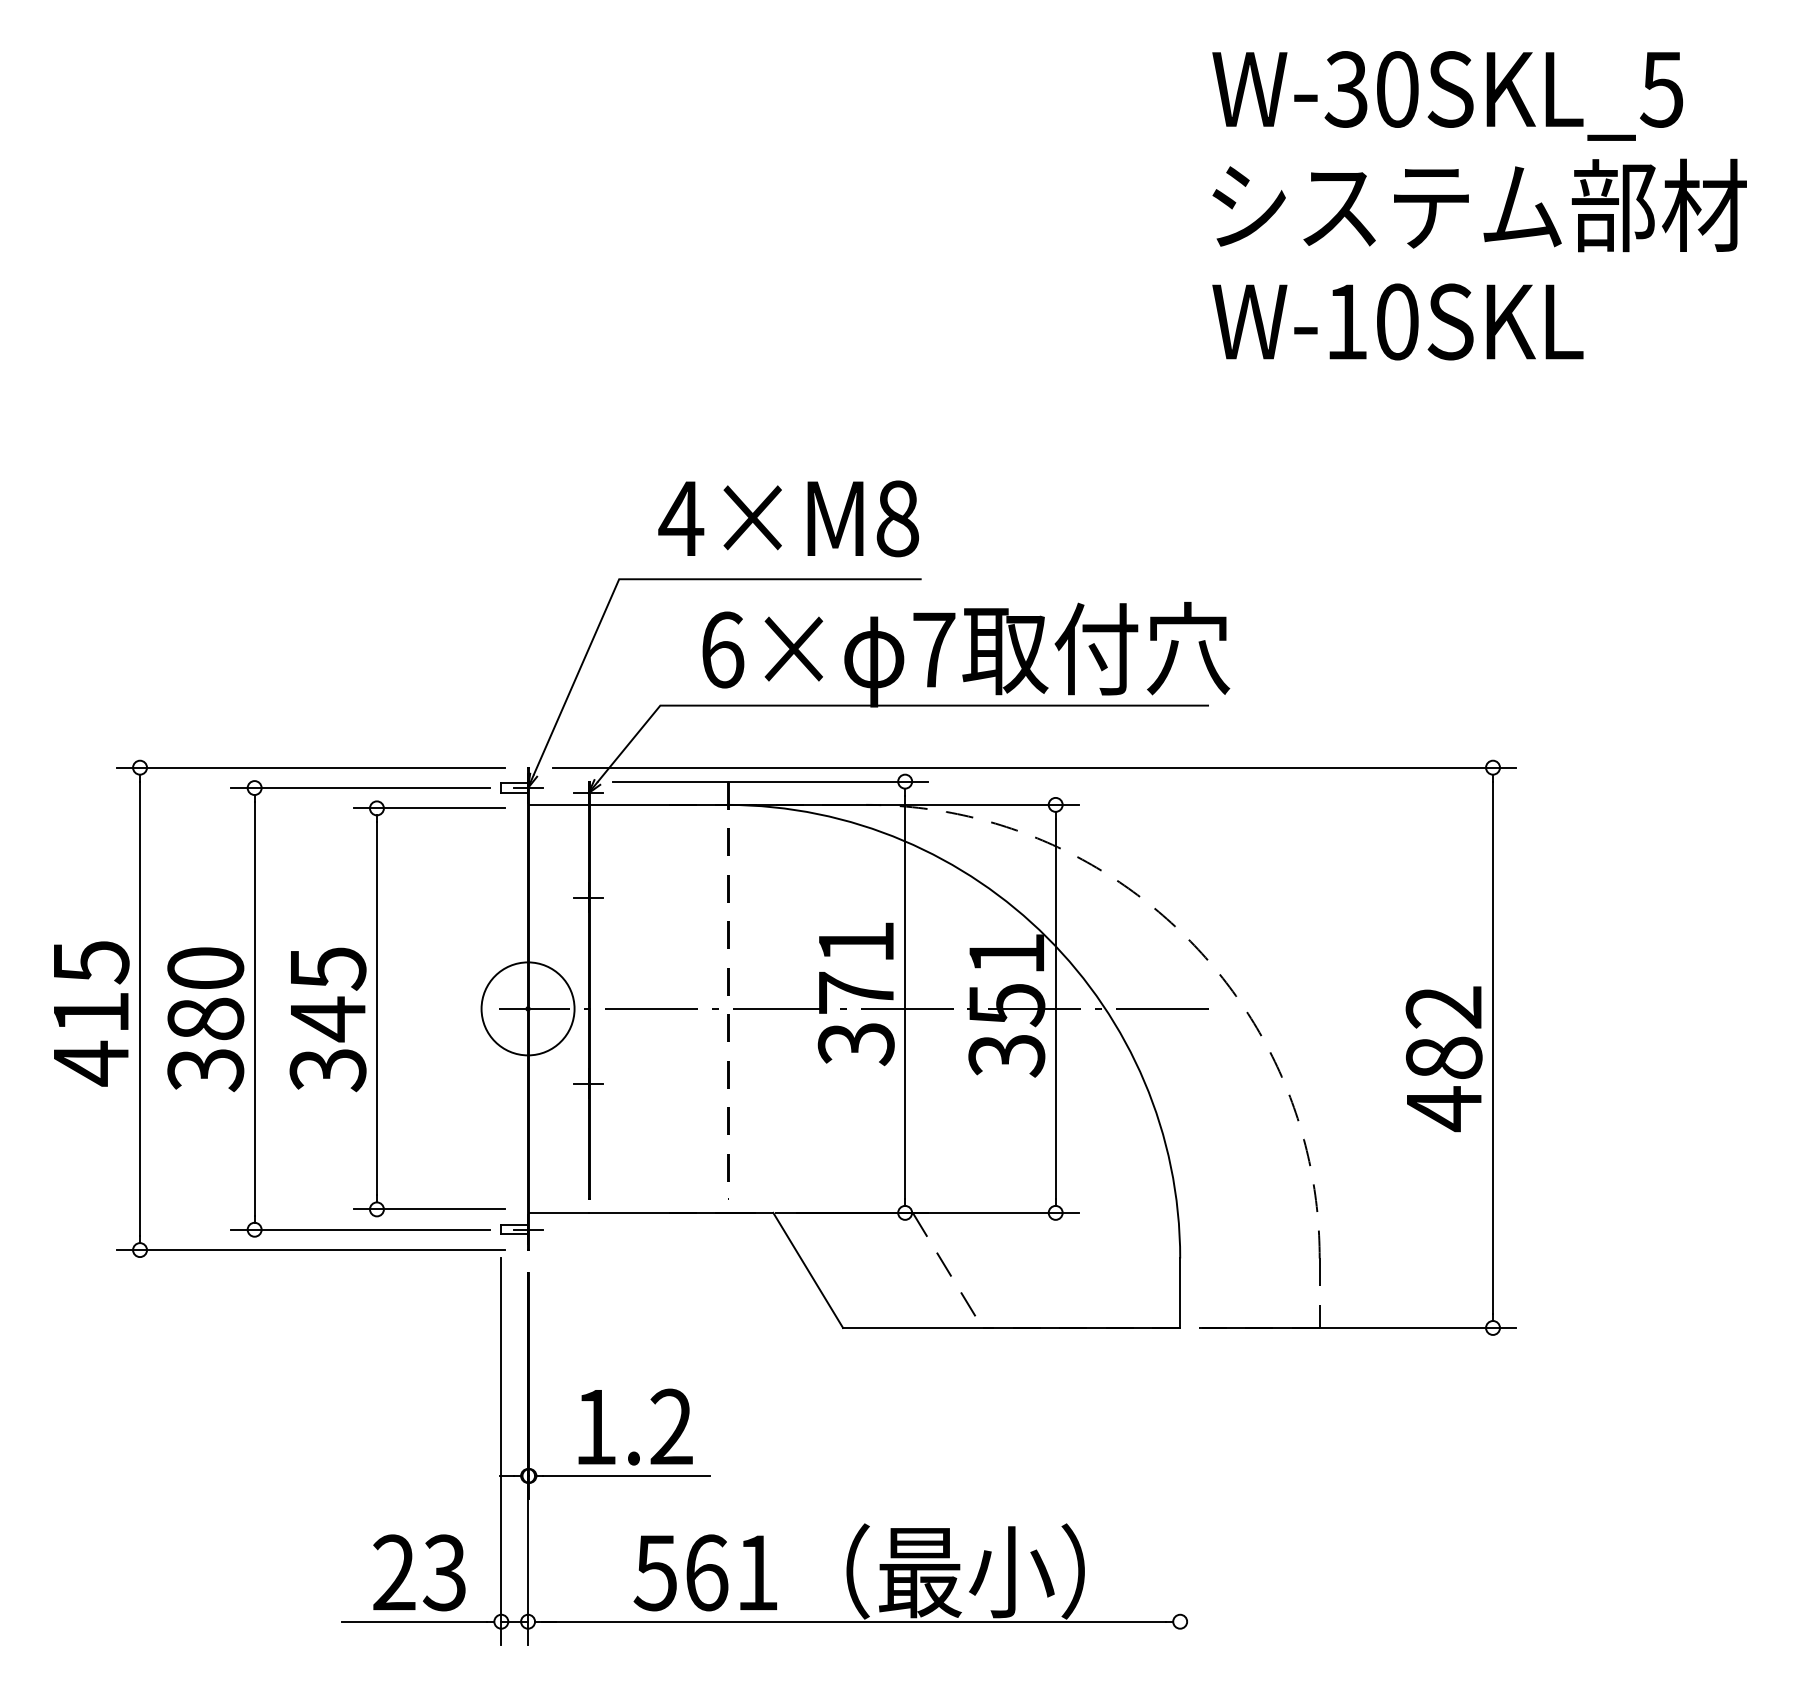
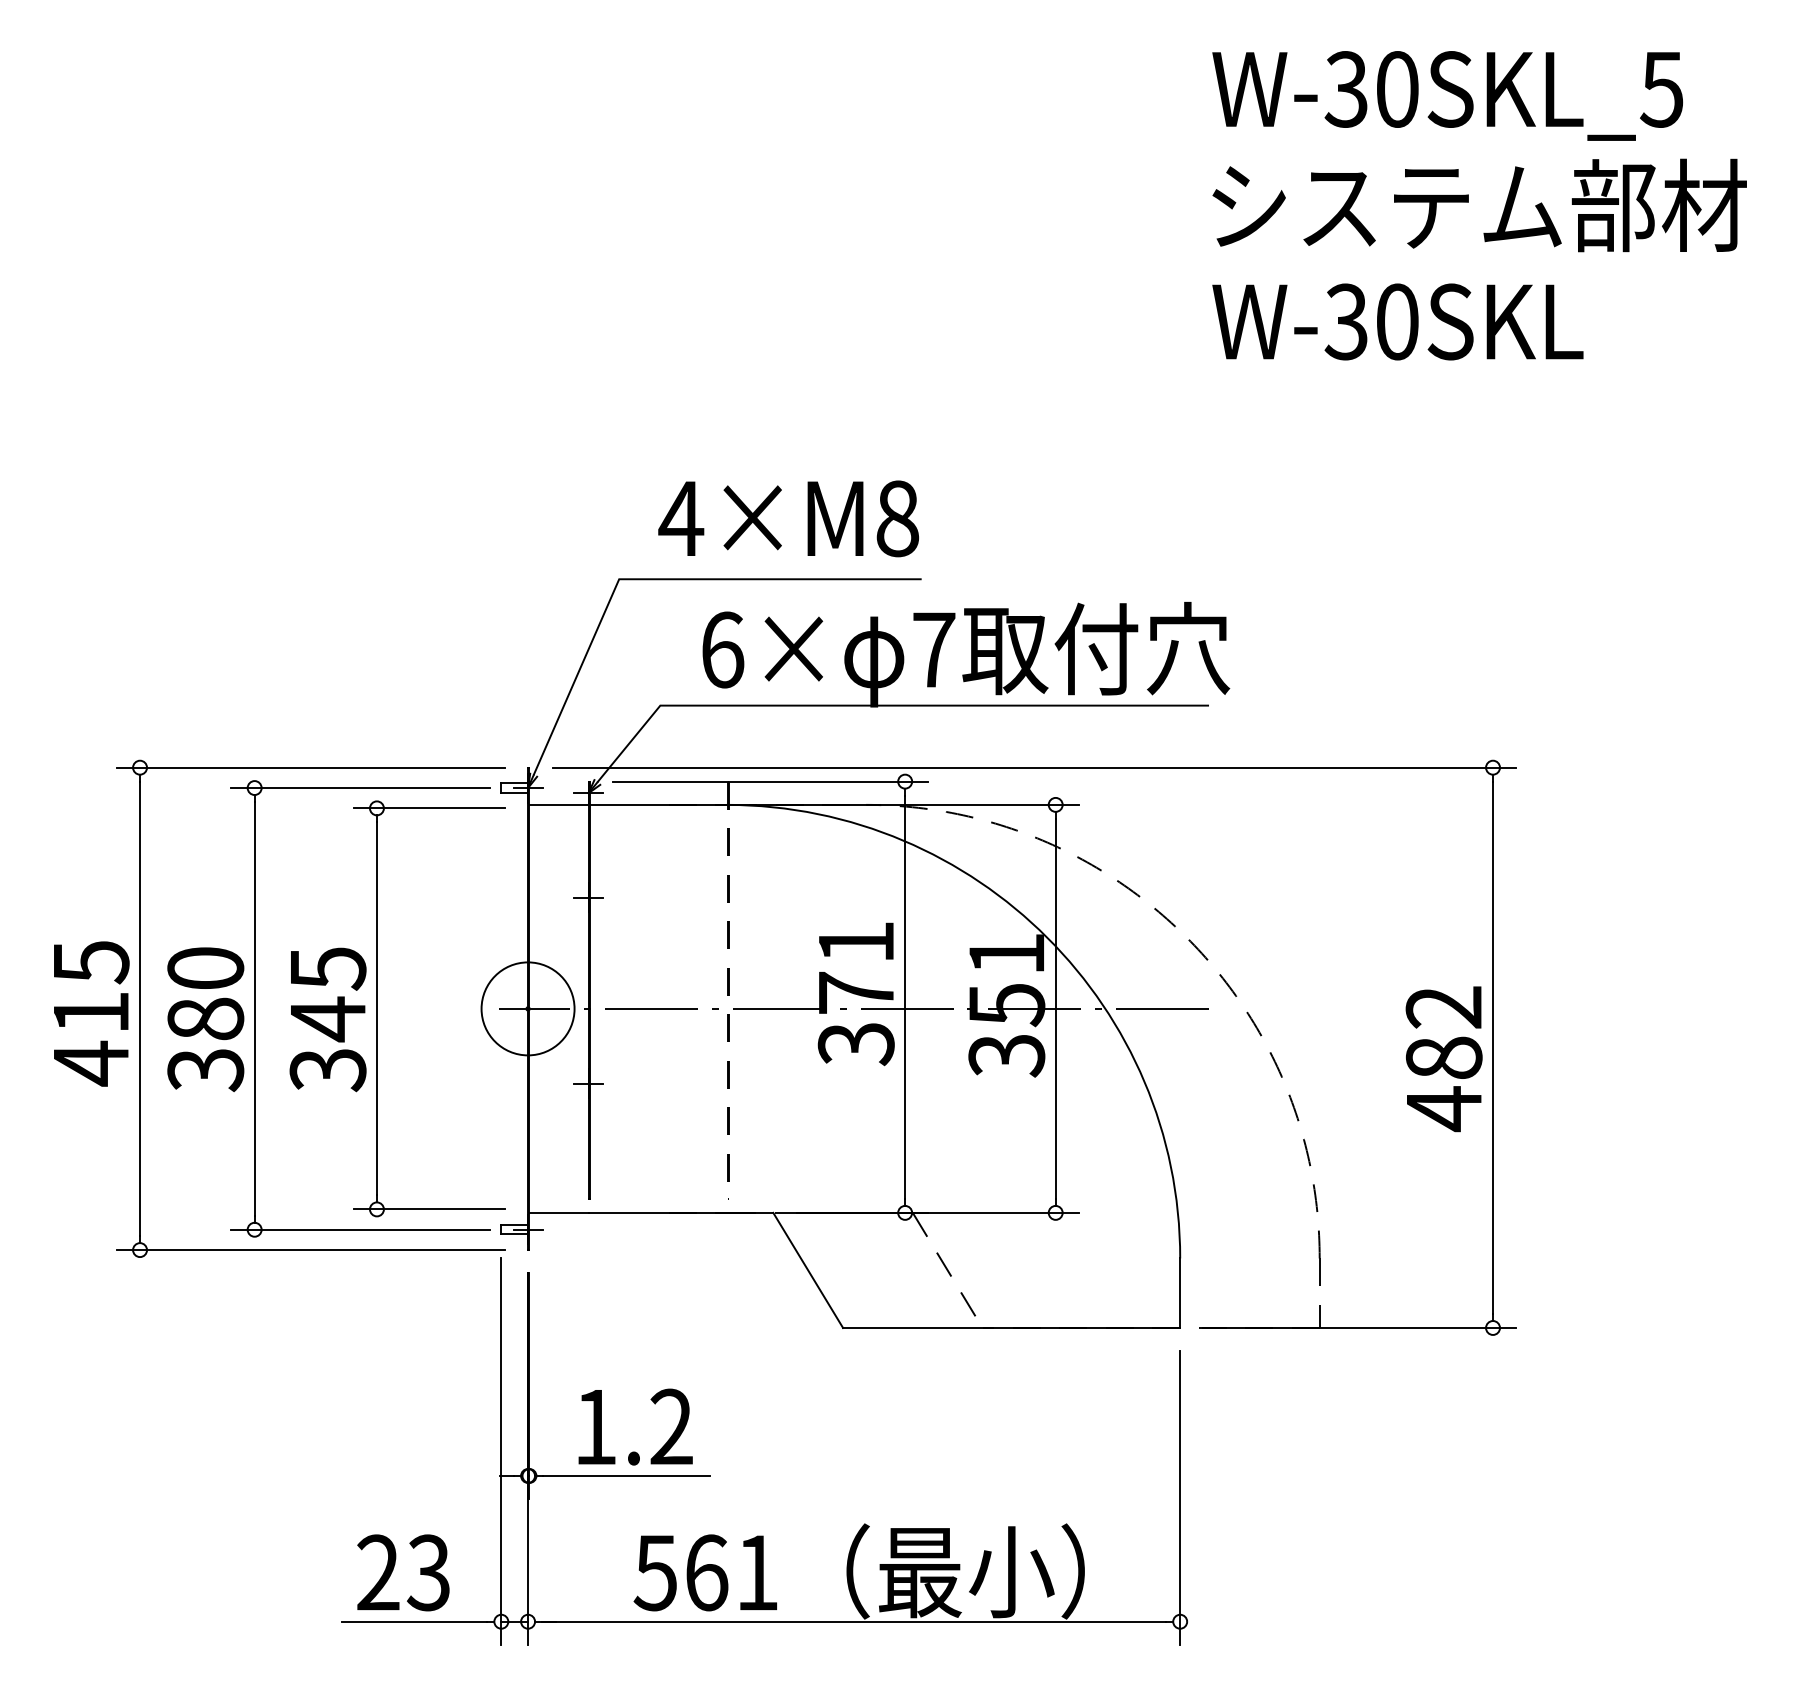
text at (1345, 321): W-10SKL -> W-30SKL
line at (1180, 1497): none -> present
text at (419, 1572) position: (419, 1572) -> (403, 1572)
